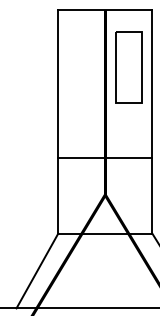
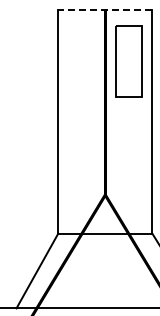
line at (105, 9): solid -> dashed
part at (128, 67) position: (128, 67) -> (128, 61)
line at (105, 157): present -> none
